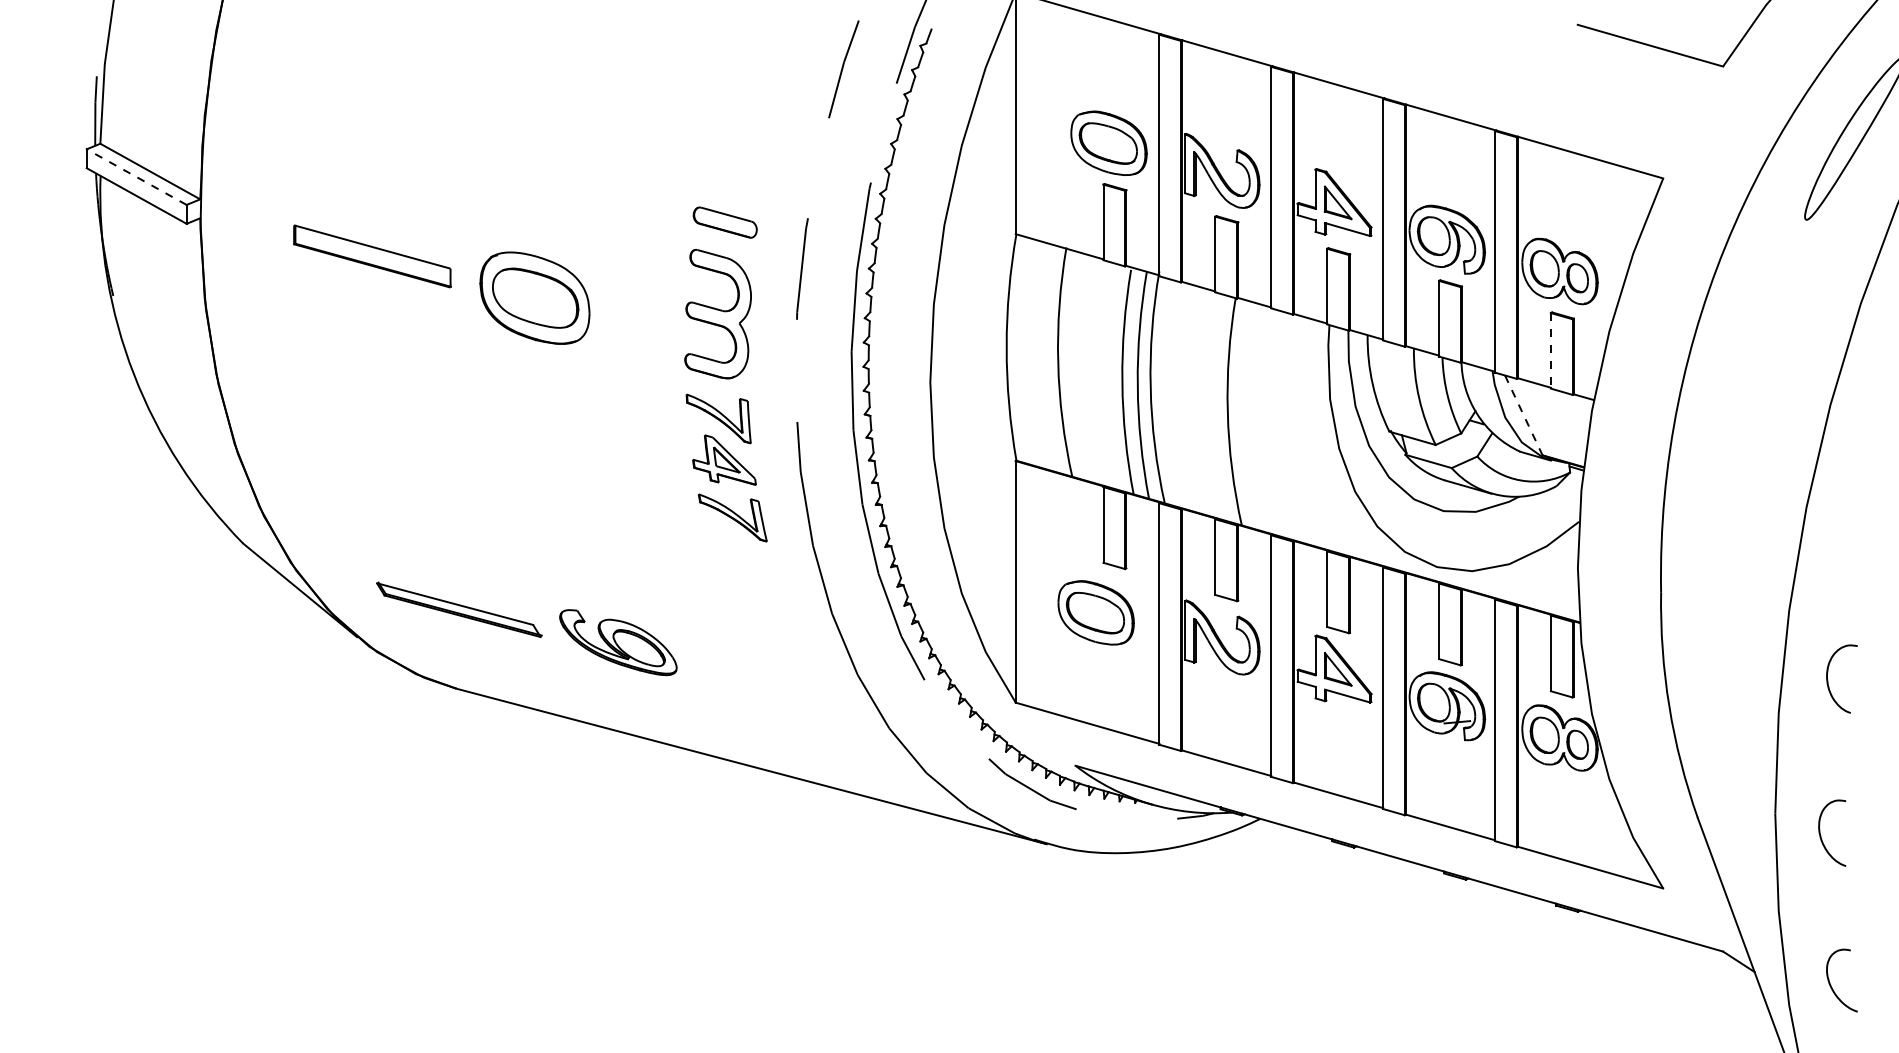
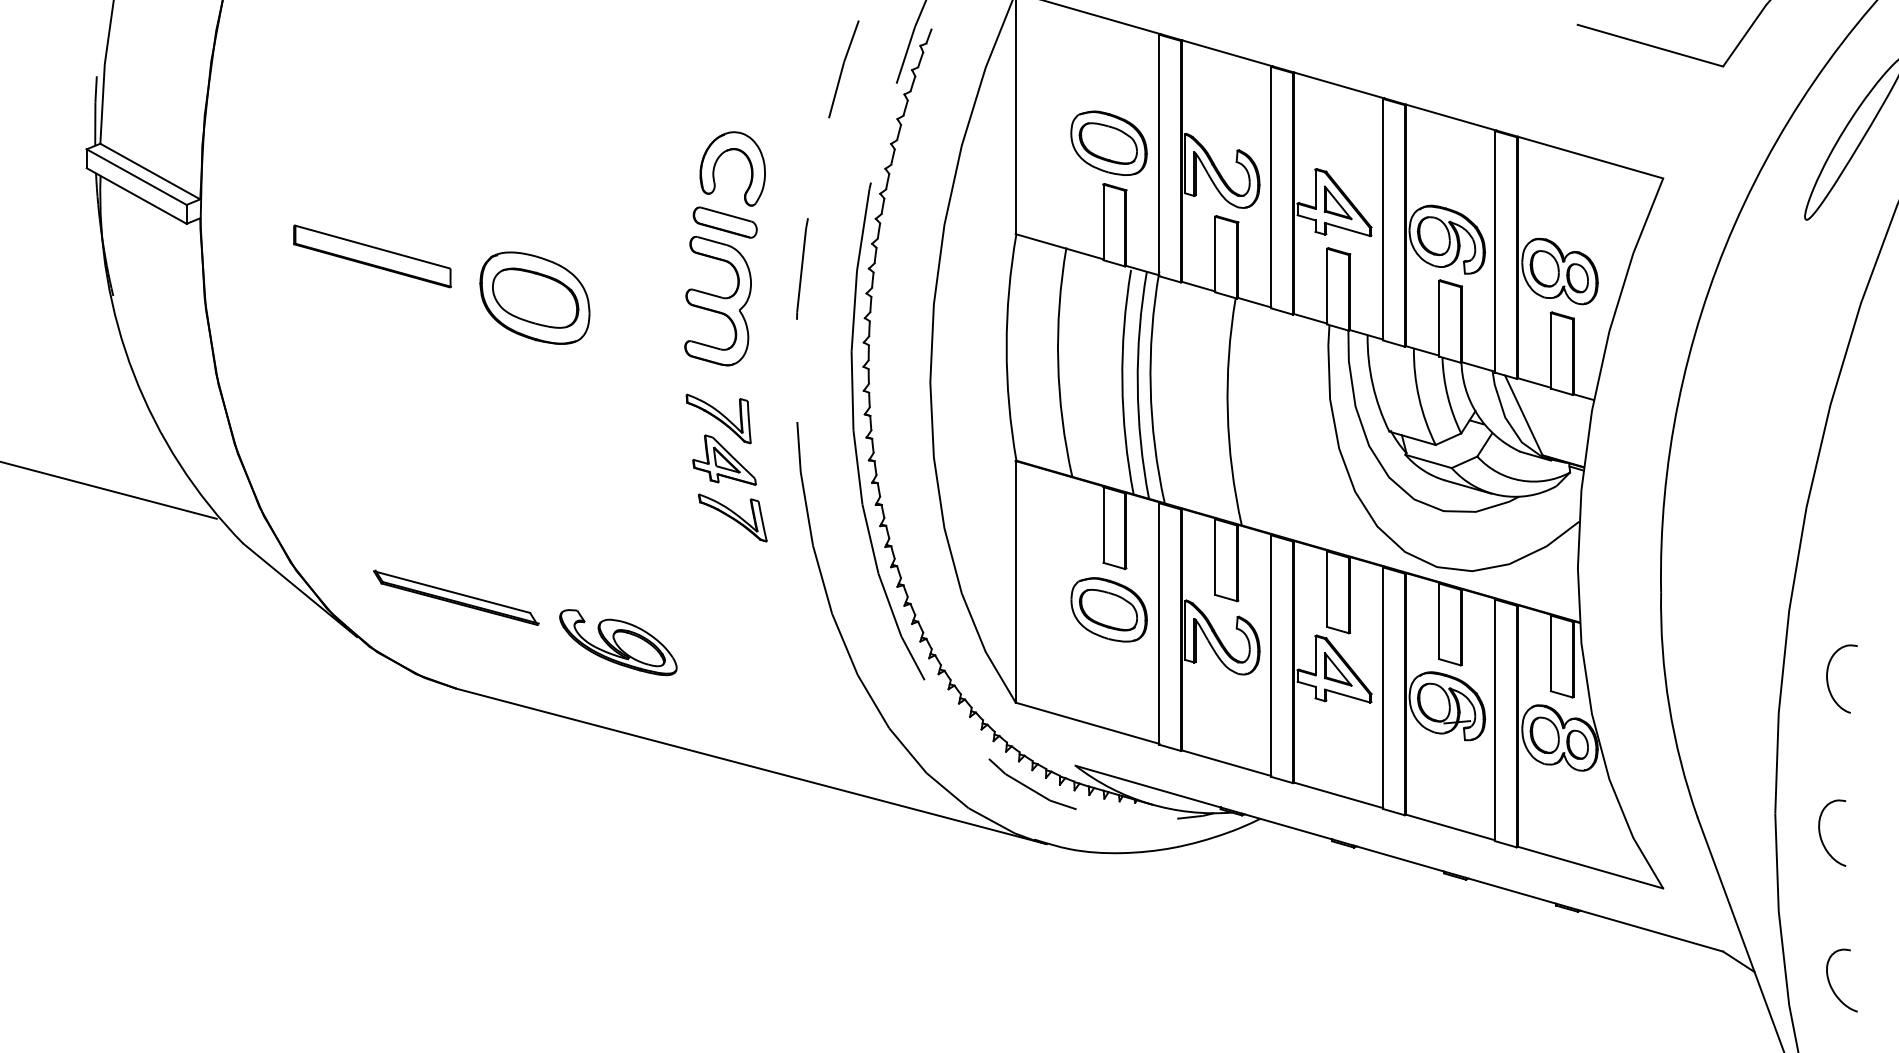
part at (719, 158): none -> present
line at (136, 176): dashed -> solid
part at (717, 314) position: (717, 314) -> (717, 301)
line at (1550, 350): dashed -> solid
line at (1524, 415): dashed -> solid
line at (109, 490): none -> present
part at (459, 609) position: (459, 609) -> (456, 597)
part at (1095, 612) position: (1095, 612) -> (1108, 609)
